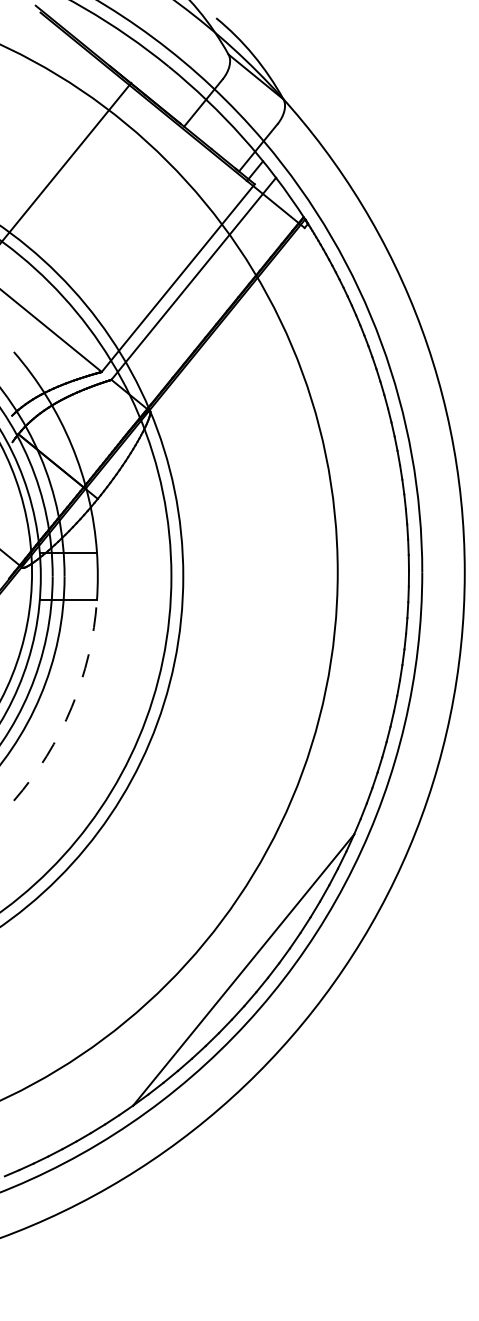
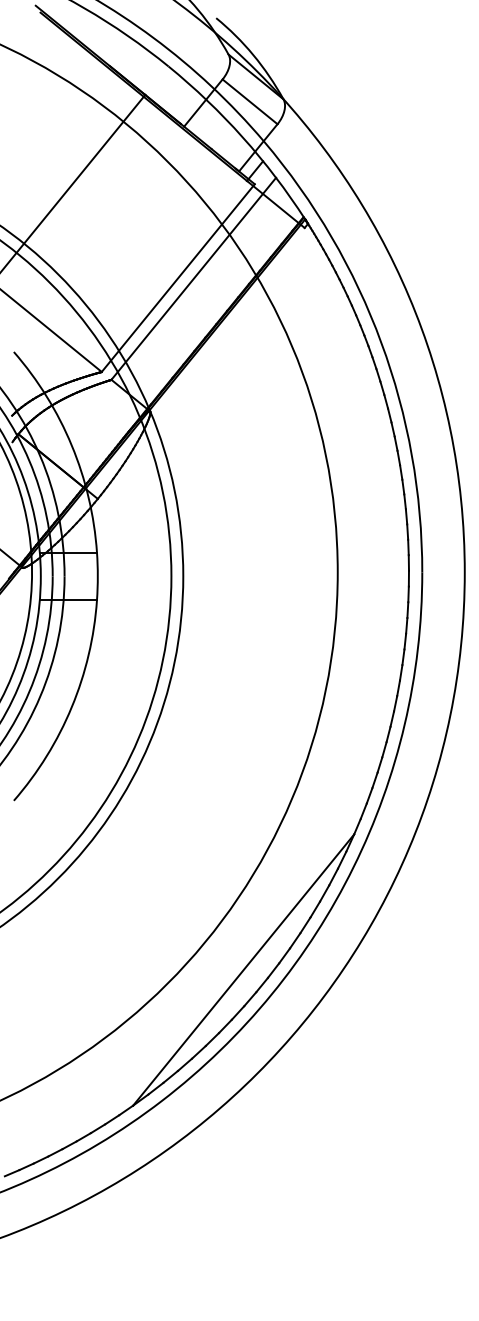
line at (249, 101): none -> present
line at (66, 161) position: (66, 161) -> (73, 182)
arc at (71, 707): dashed -> solid
